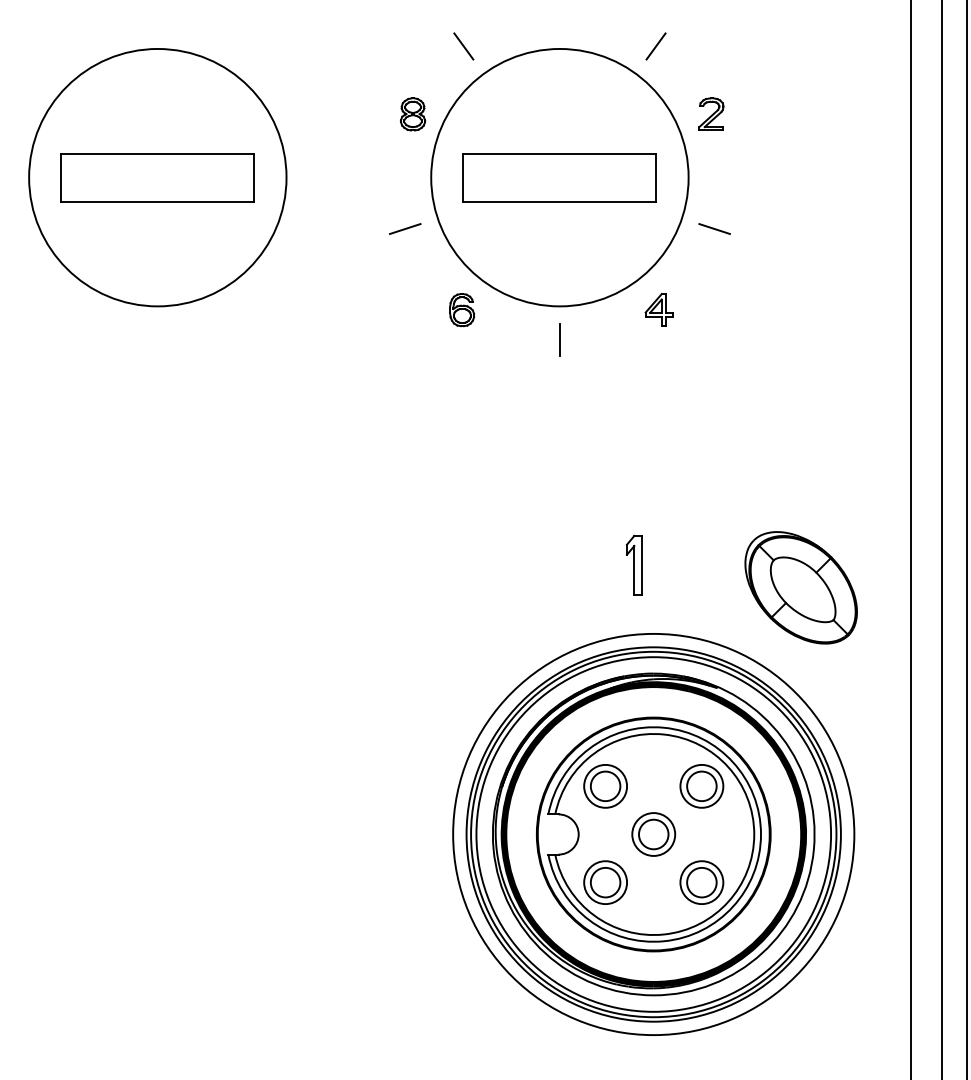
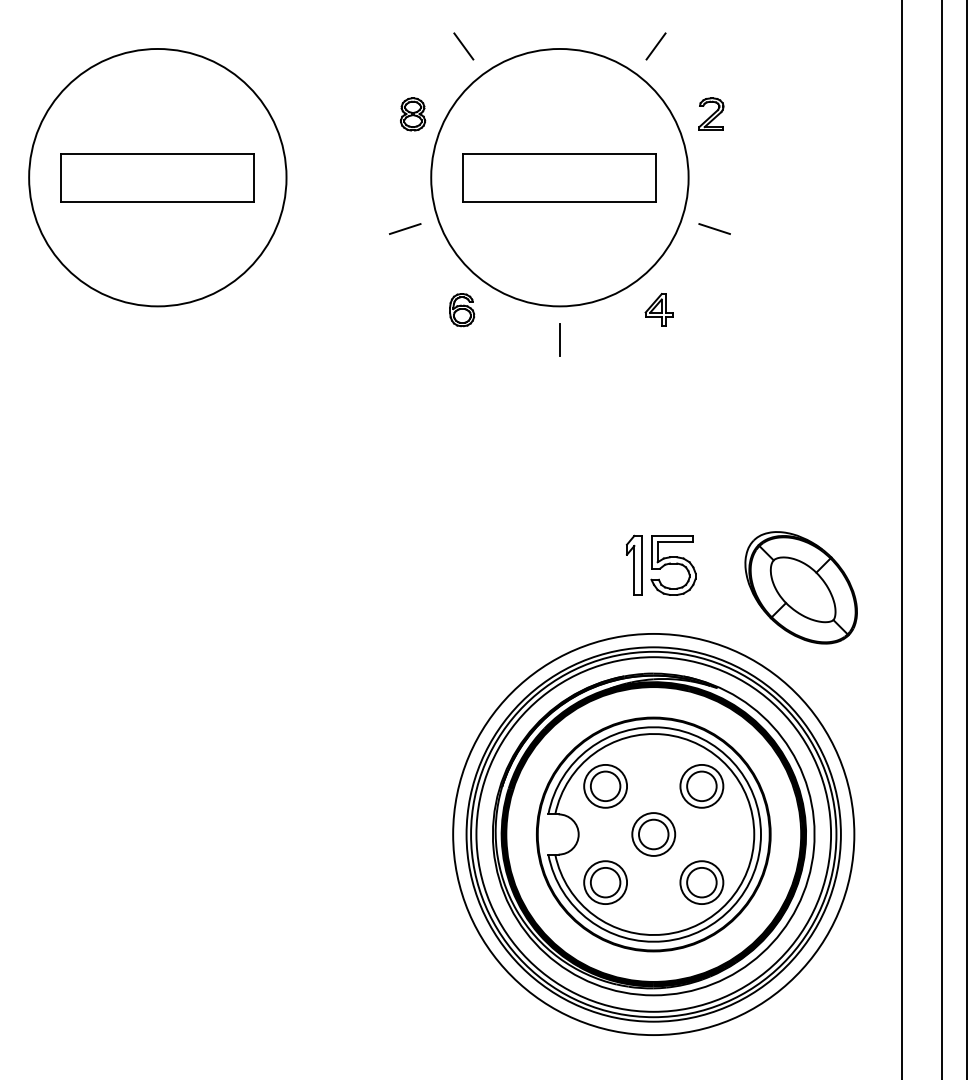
line at (910, 539) position: (910, 539) -> (901, 539)
part at (673, 565): none -> present
